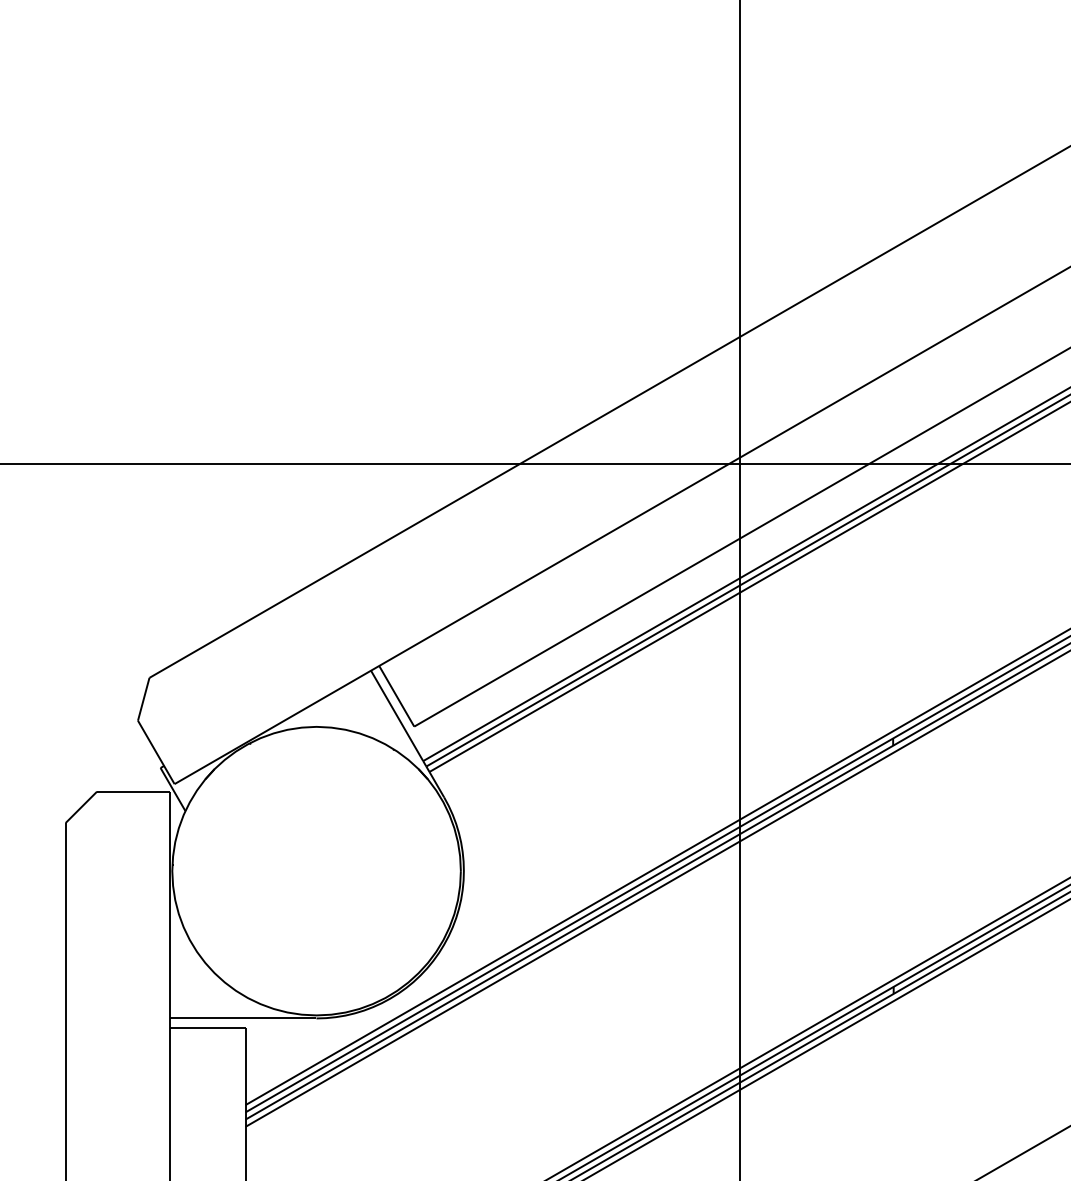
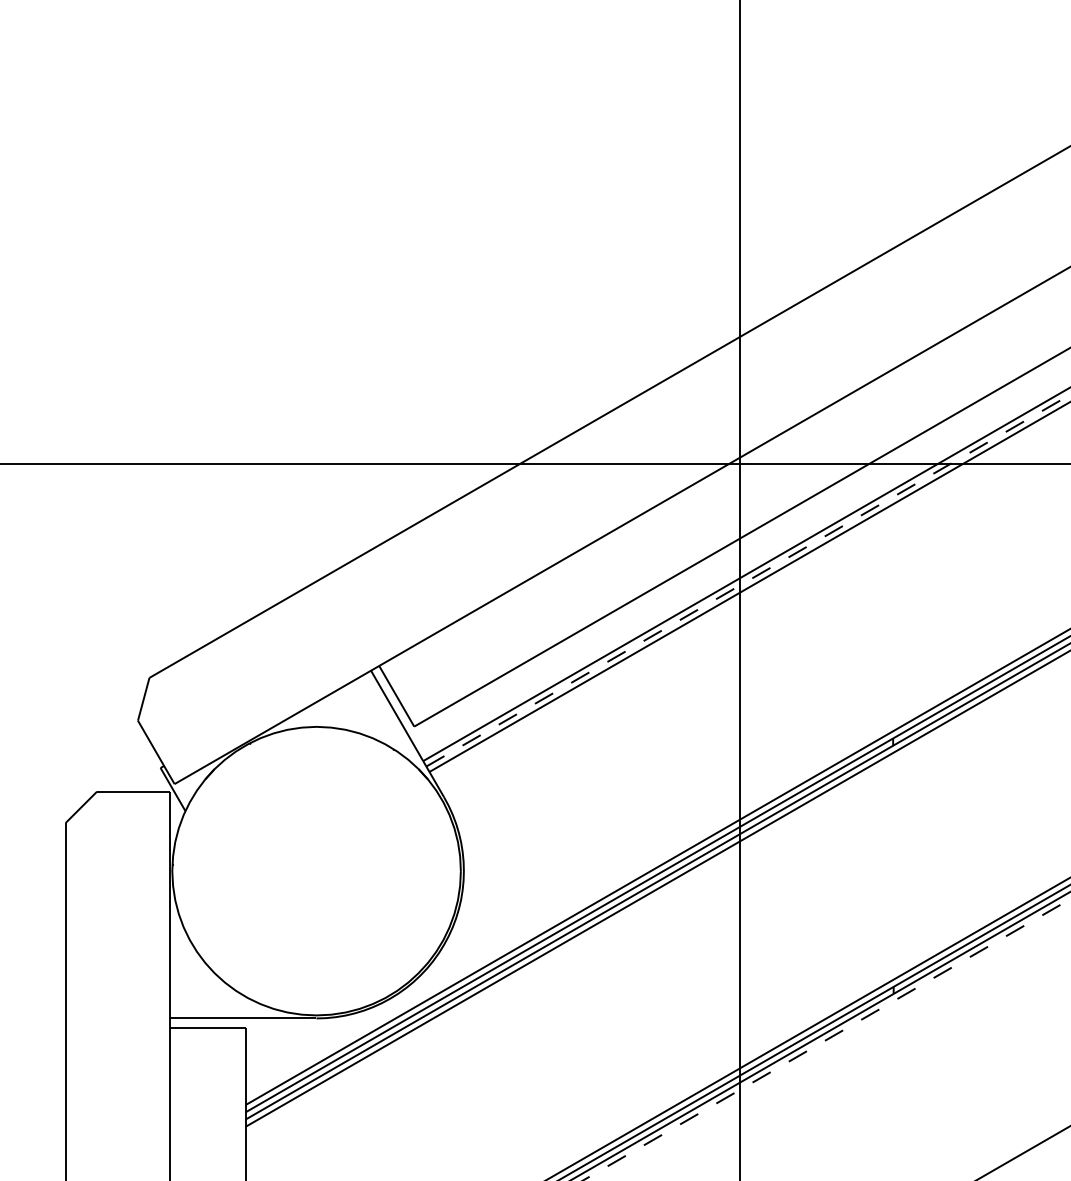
line at (748, 580): solid -> dashed
line at (826, 1039): solid -> dashed
